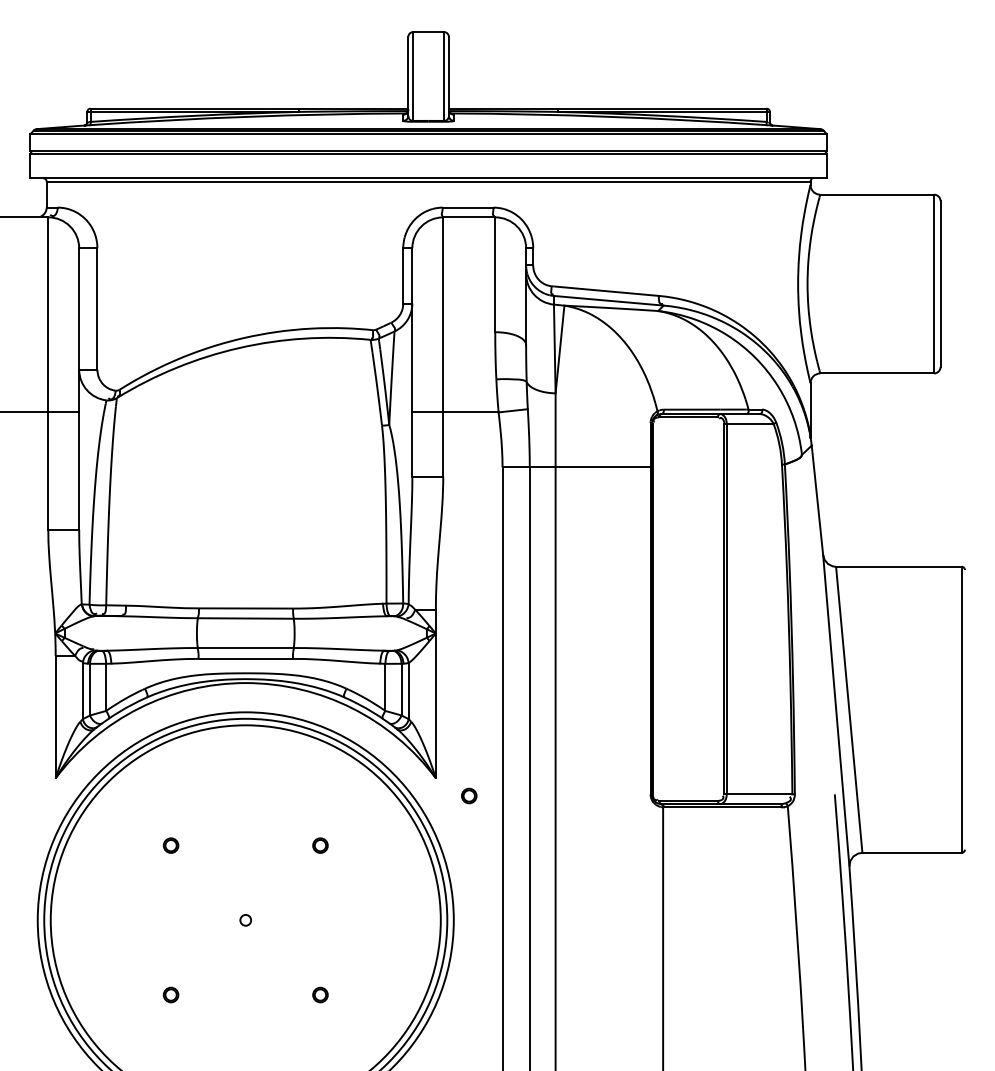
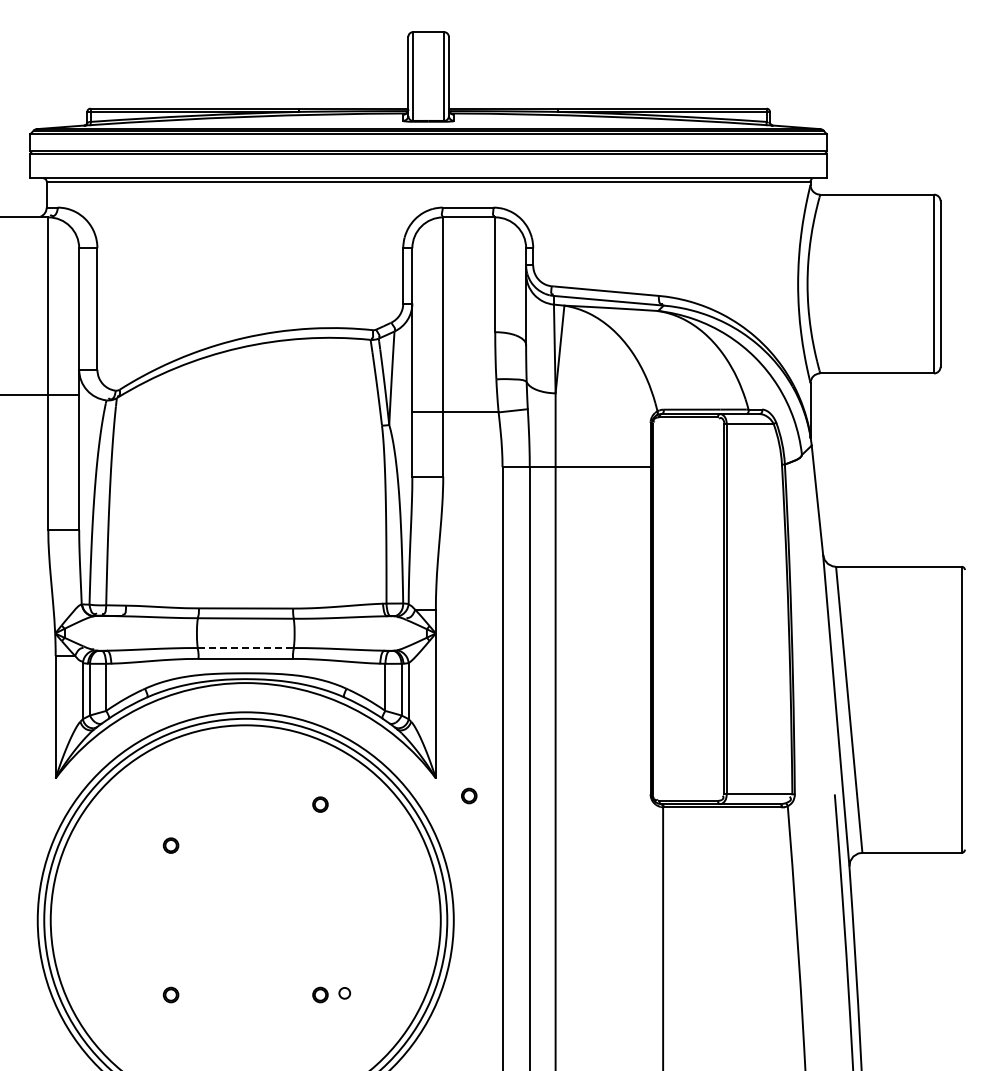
line at (40, 412) position: (40, 412) -> (40, 395)
line at (245, 648): solid -> dashed
circle at (320, 845) position: (320, 845) -> (320, 804)
circle at (245, 920) position: (245, 920) -> (344, 993)
